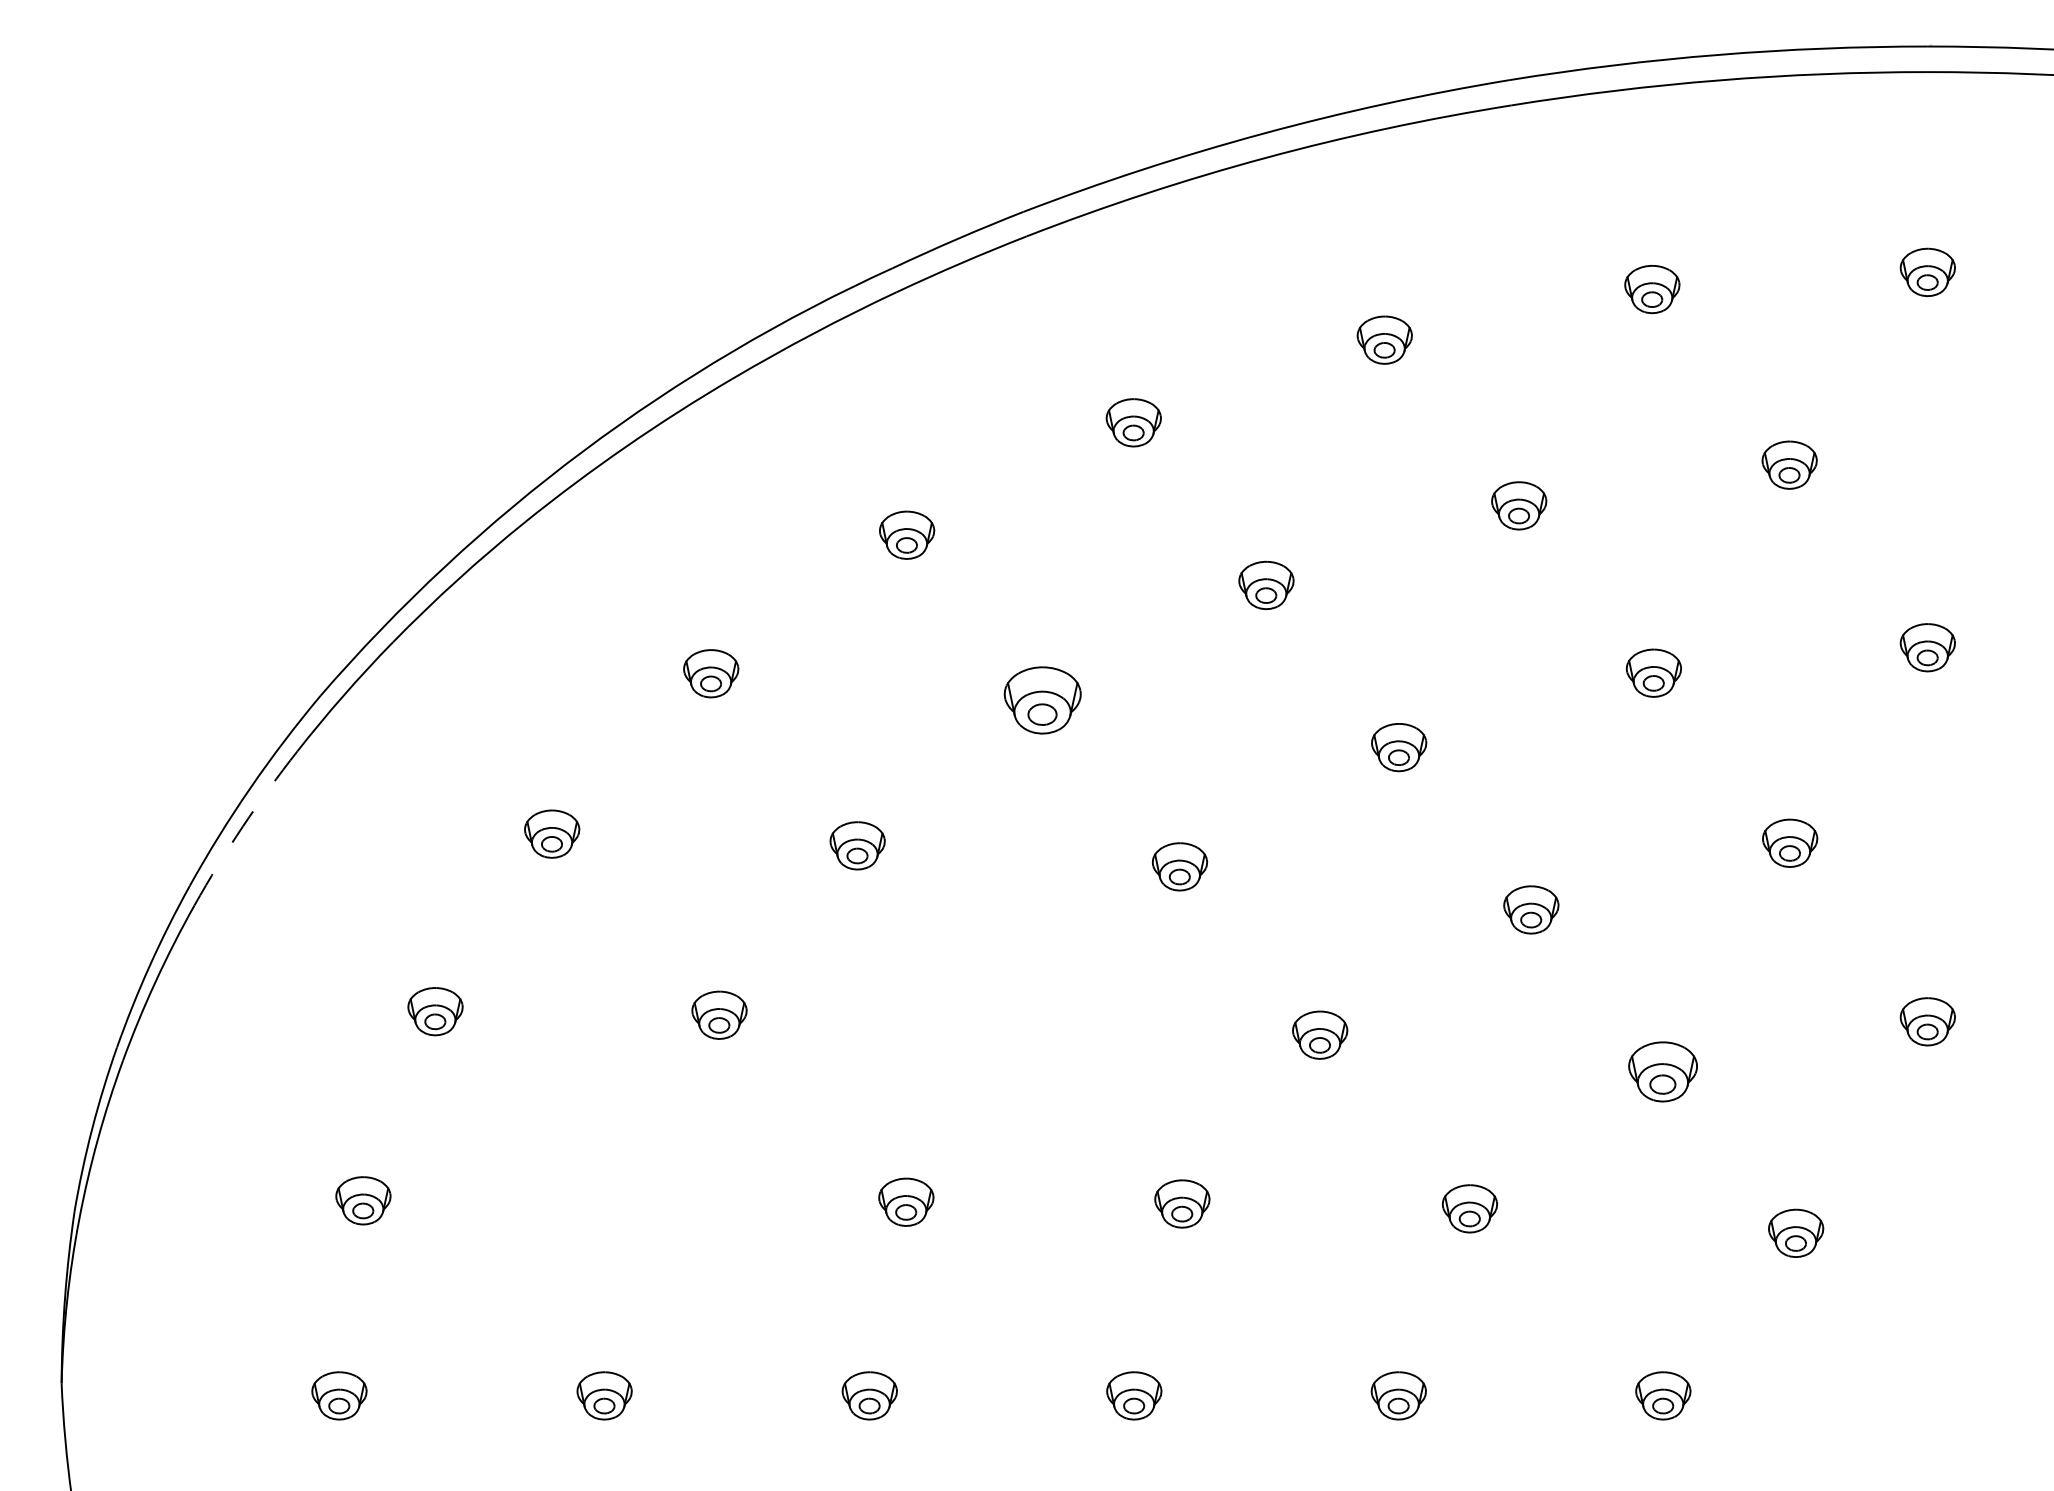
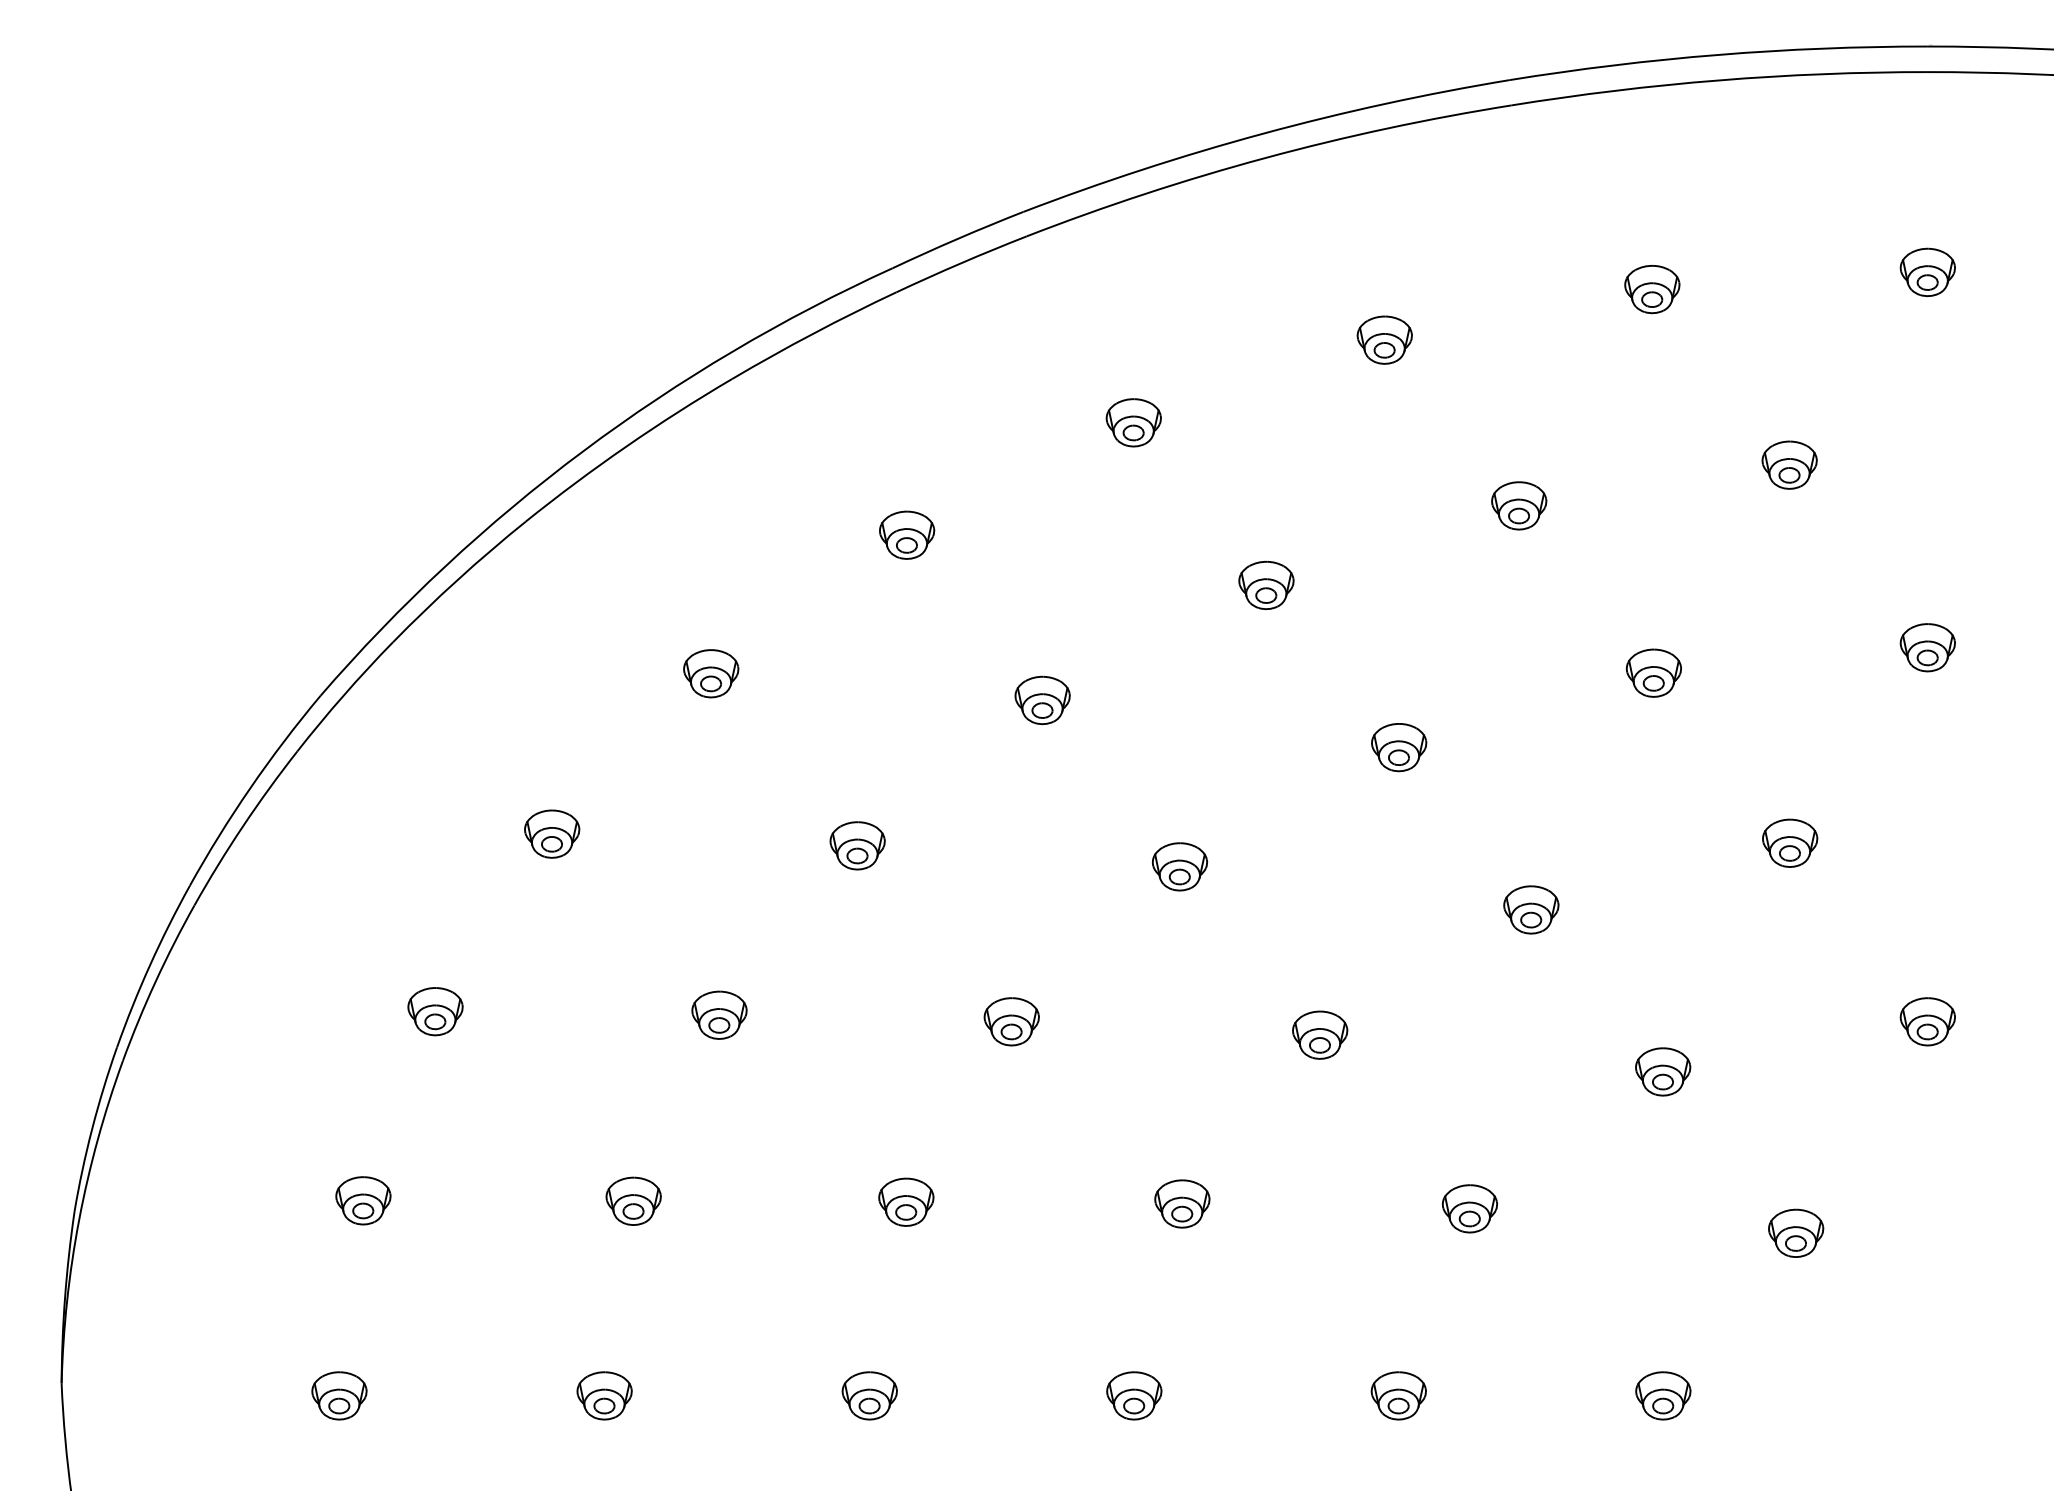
part at (1042, 700) size: 79x69 px -> 57x51 px
arc at (242, 826): dashed -> solid
part at (1011, 1021): none -> present
part at (1662, 1071) size: 70x62 px -> 57x50 px
part at (633, 1200): none -> present
